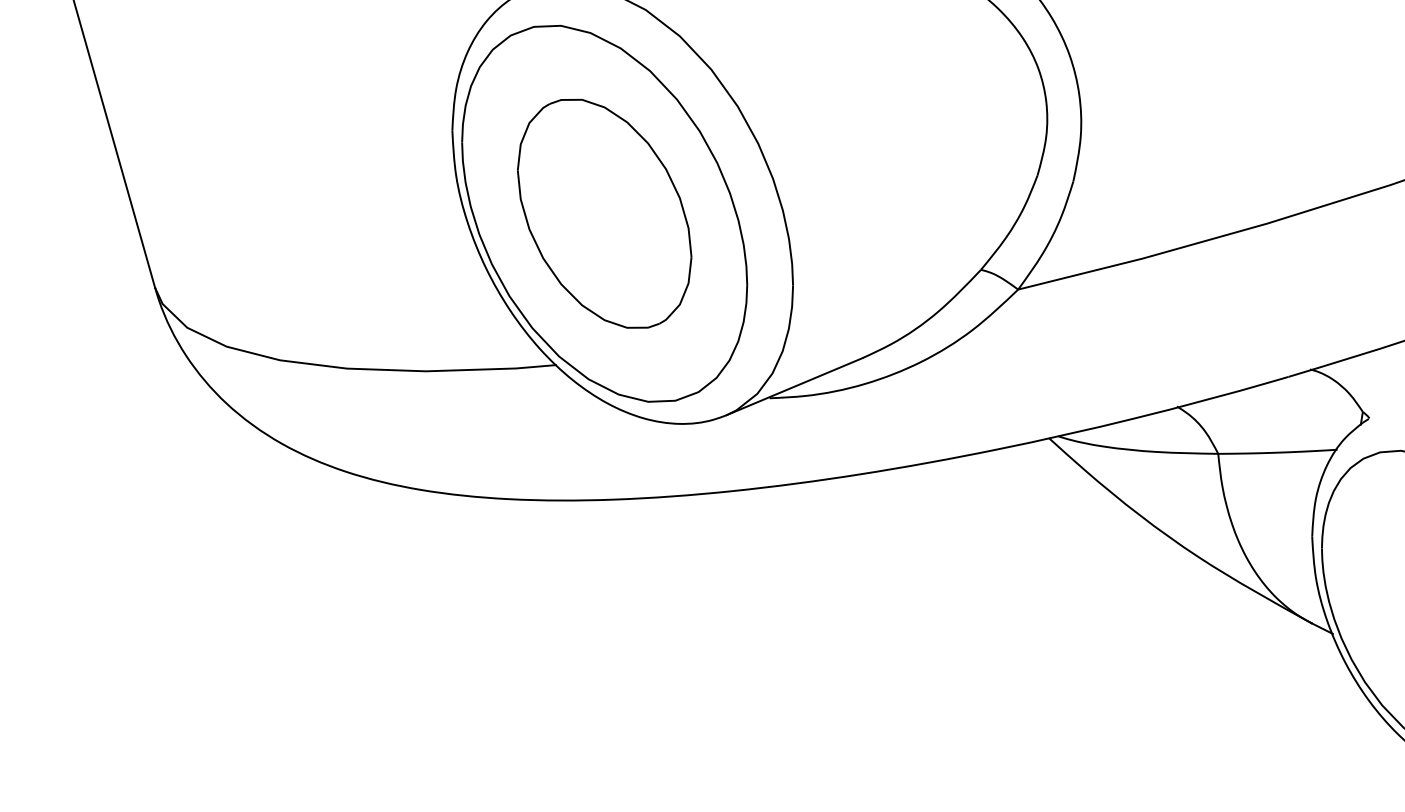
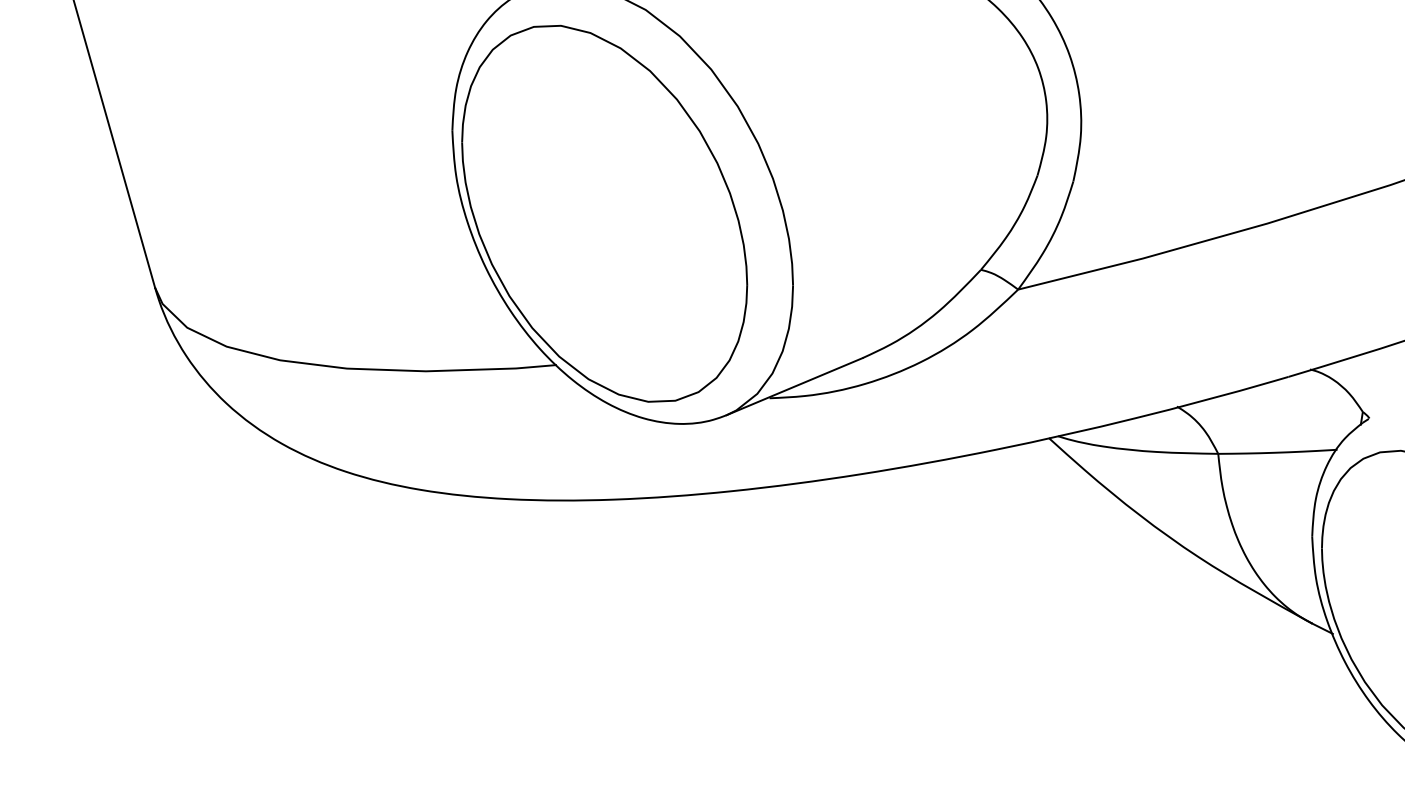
part at (604, 213): present -> none
